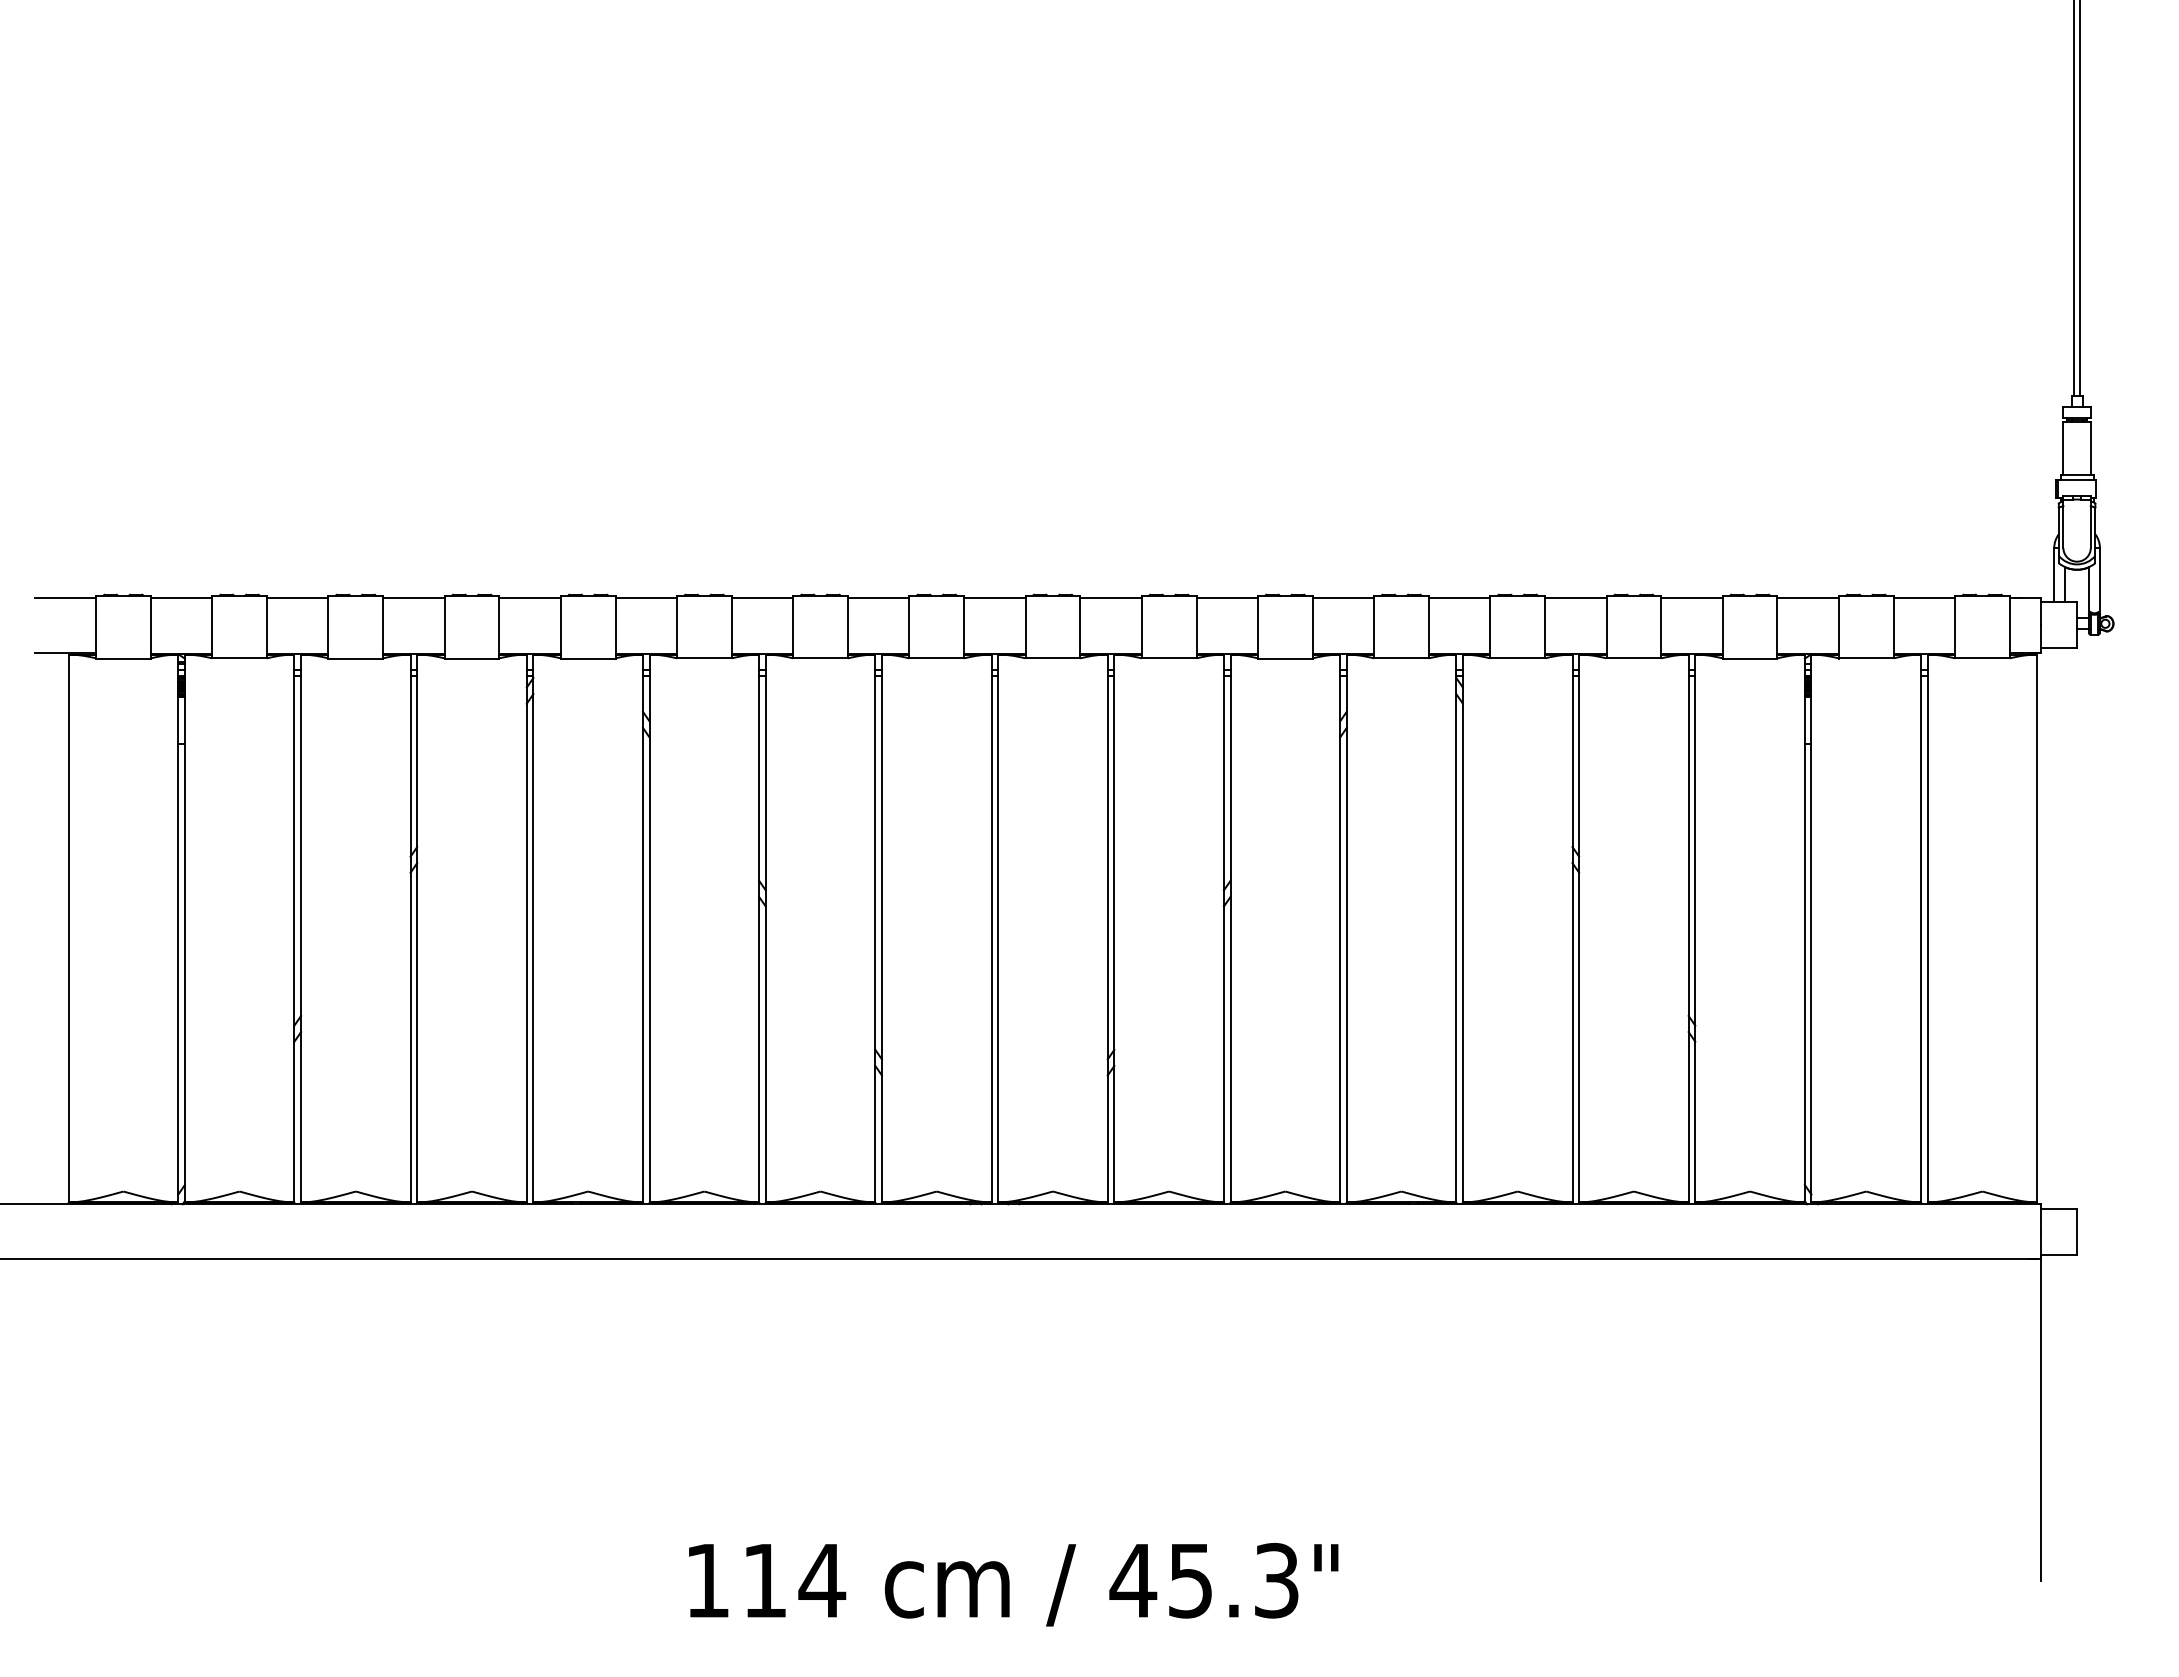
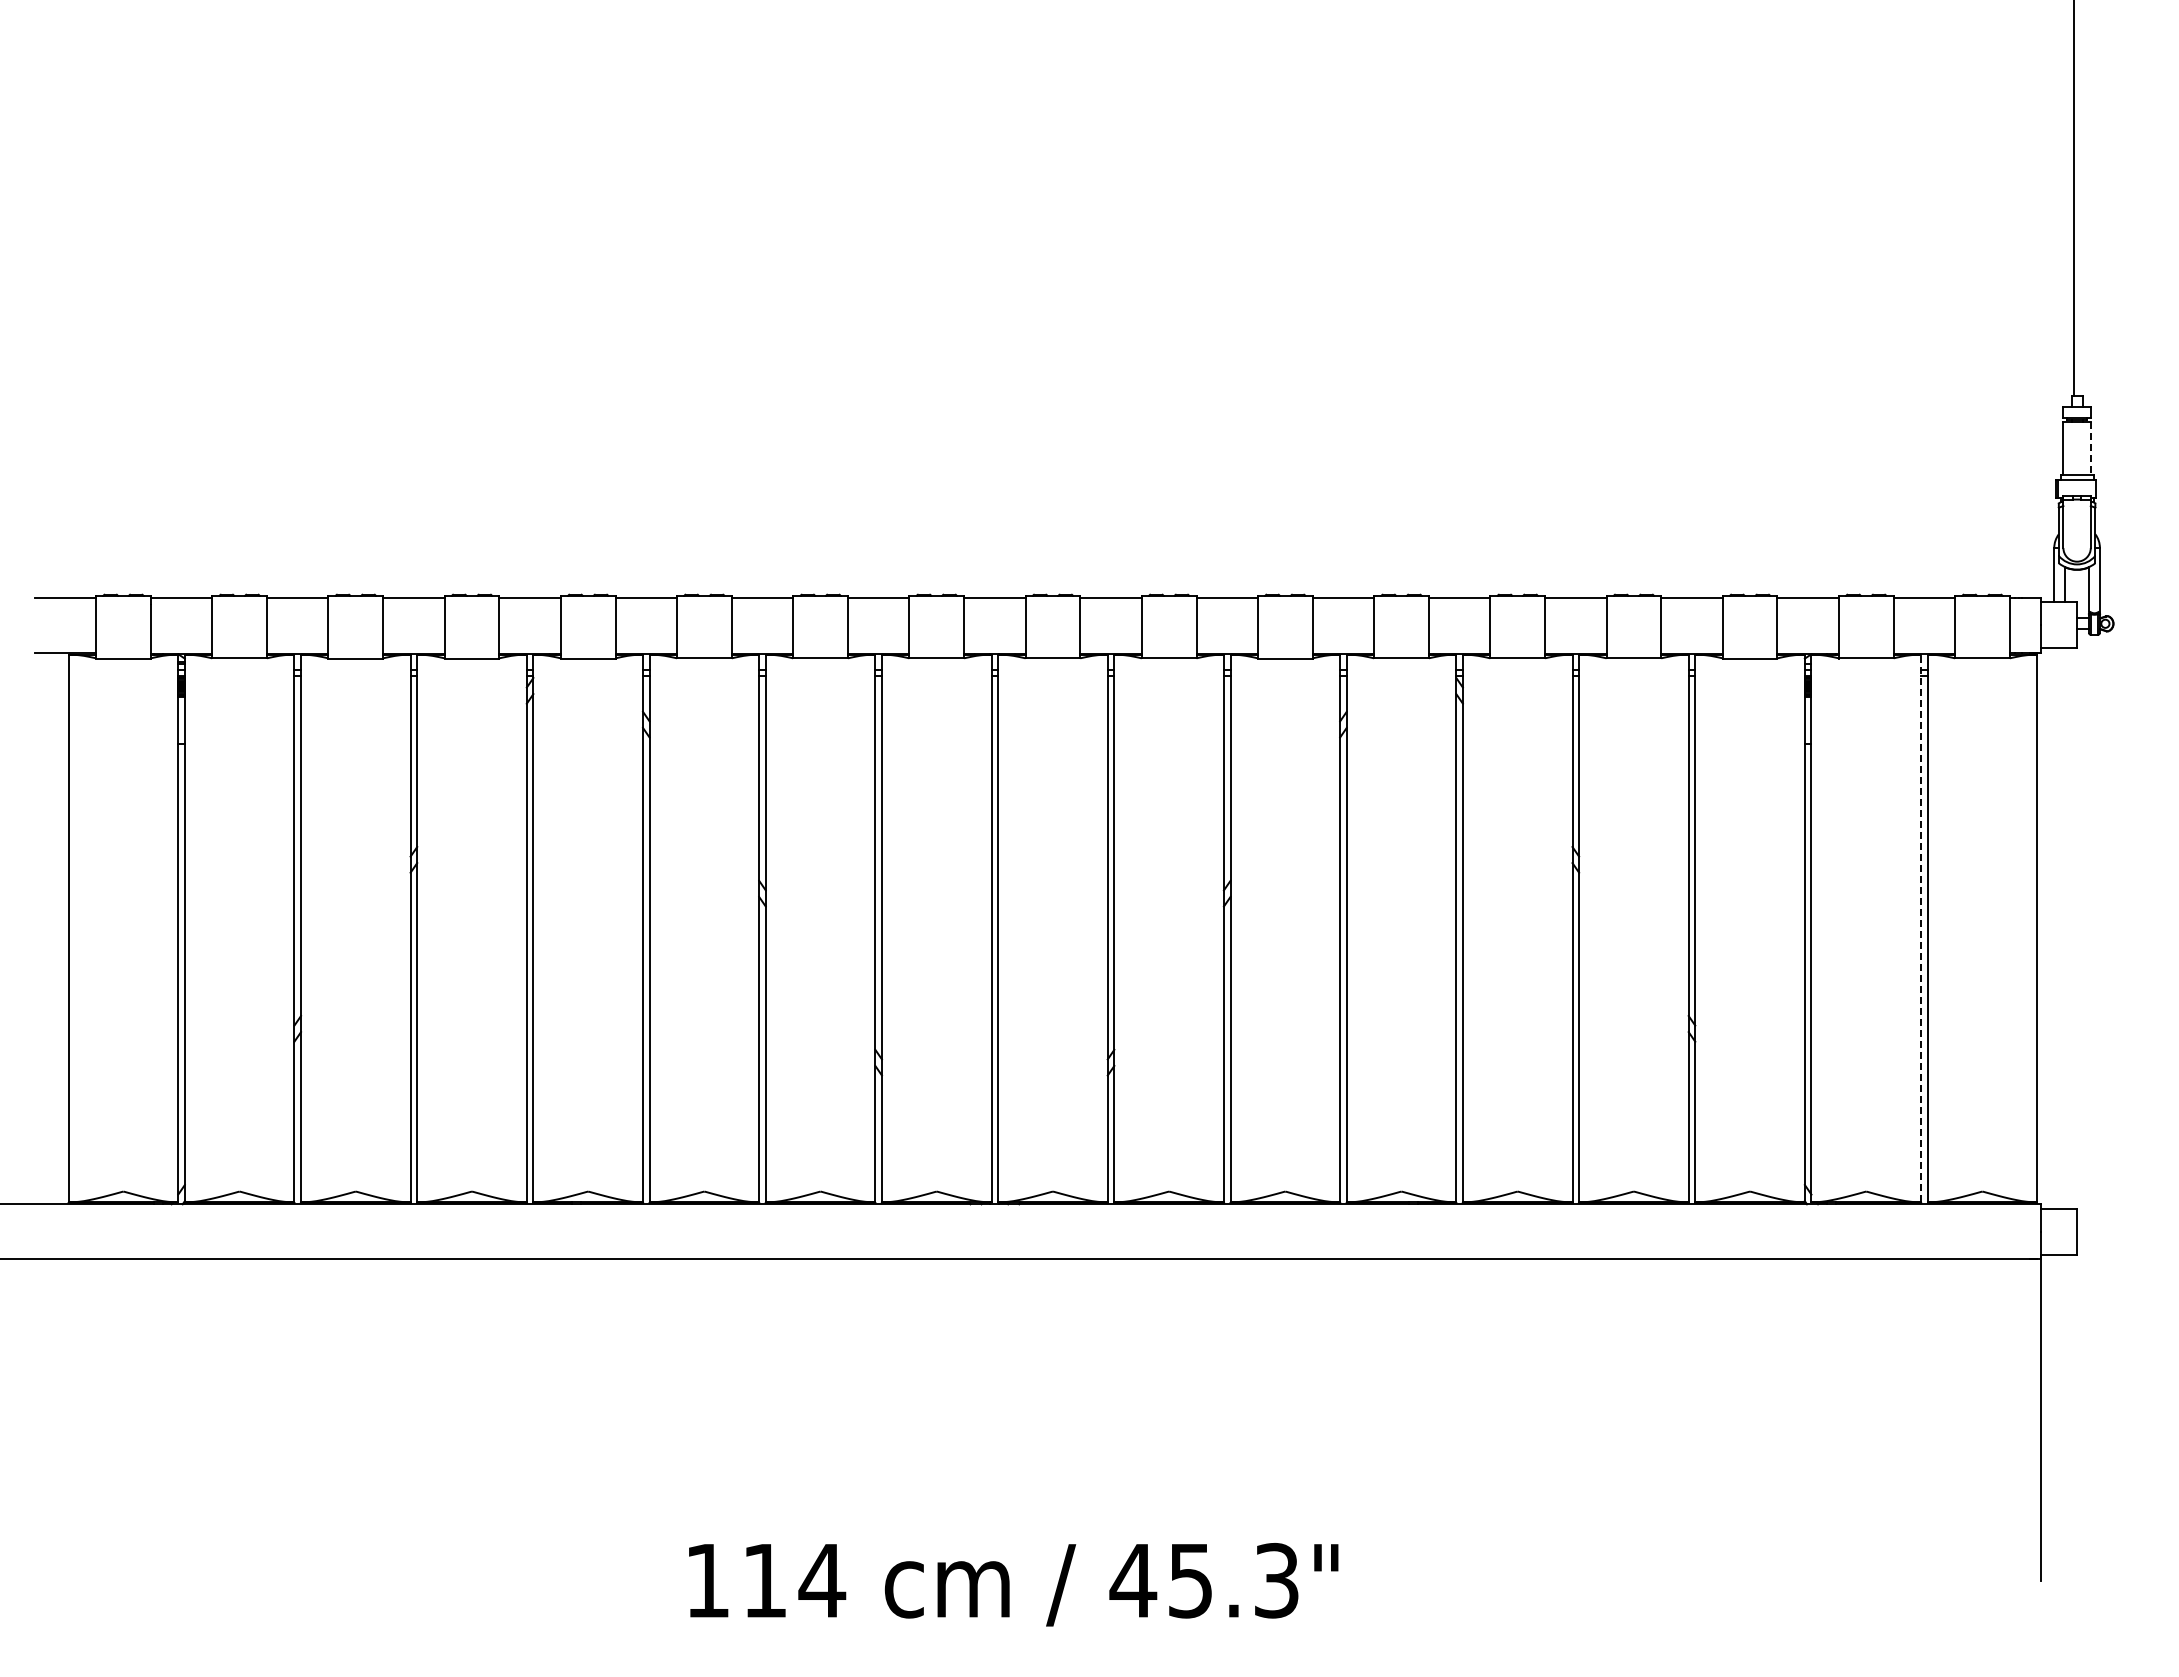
line at (2079, 199): present -> none
line at (2090, 448): solid -> dashed
line at (1921, 928): solid -> dashed
